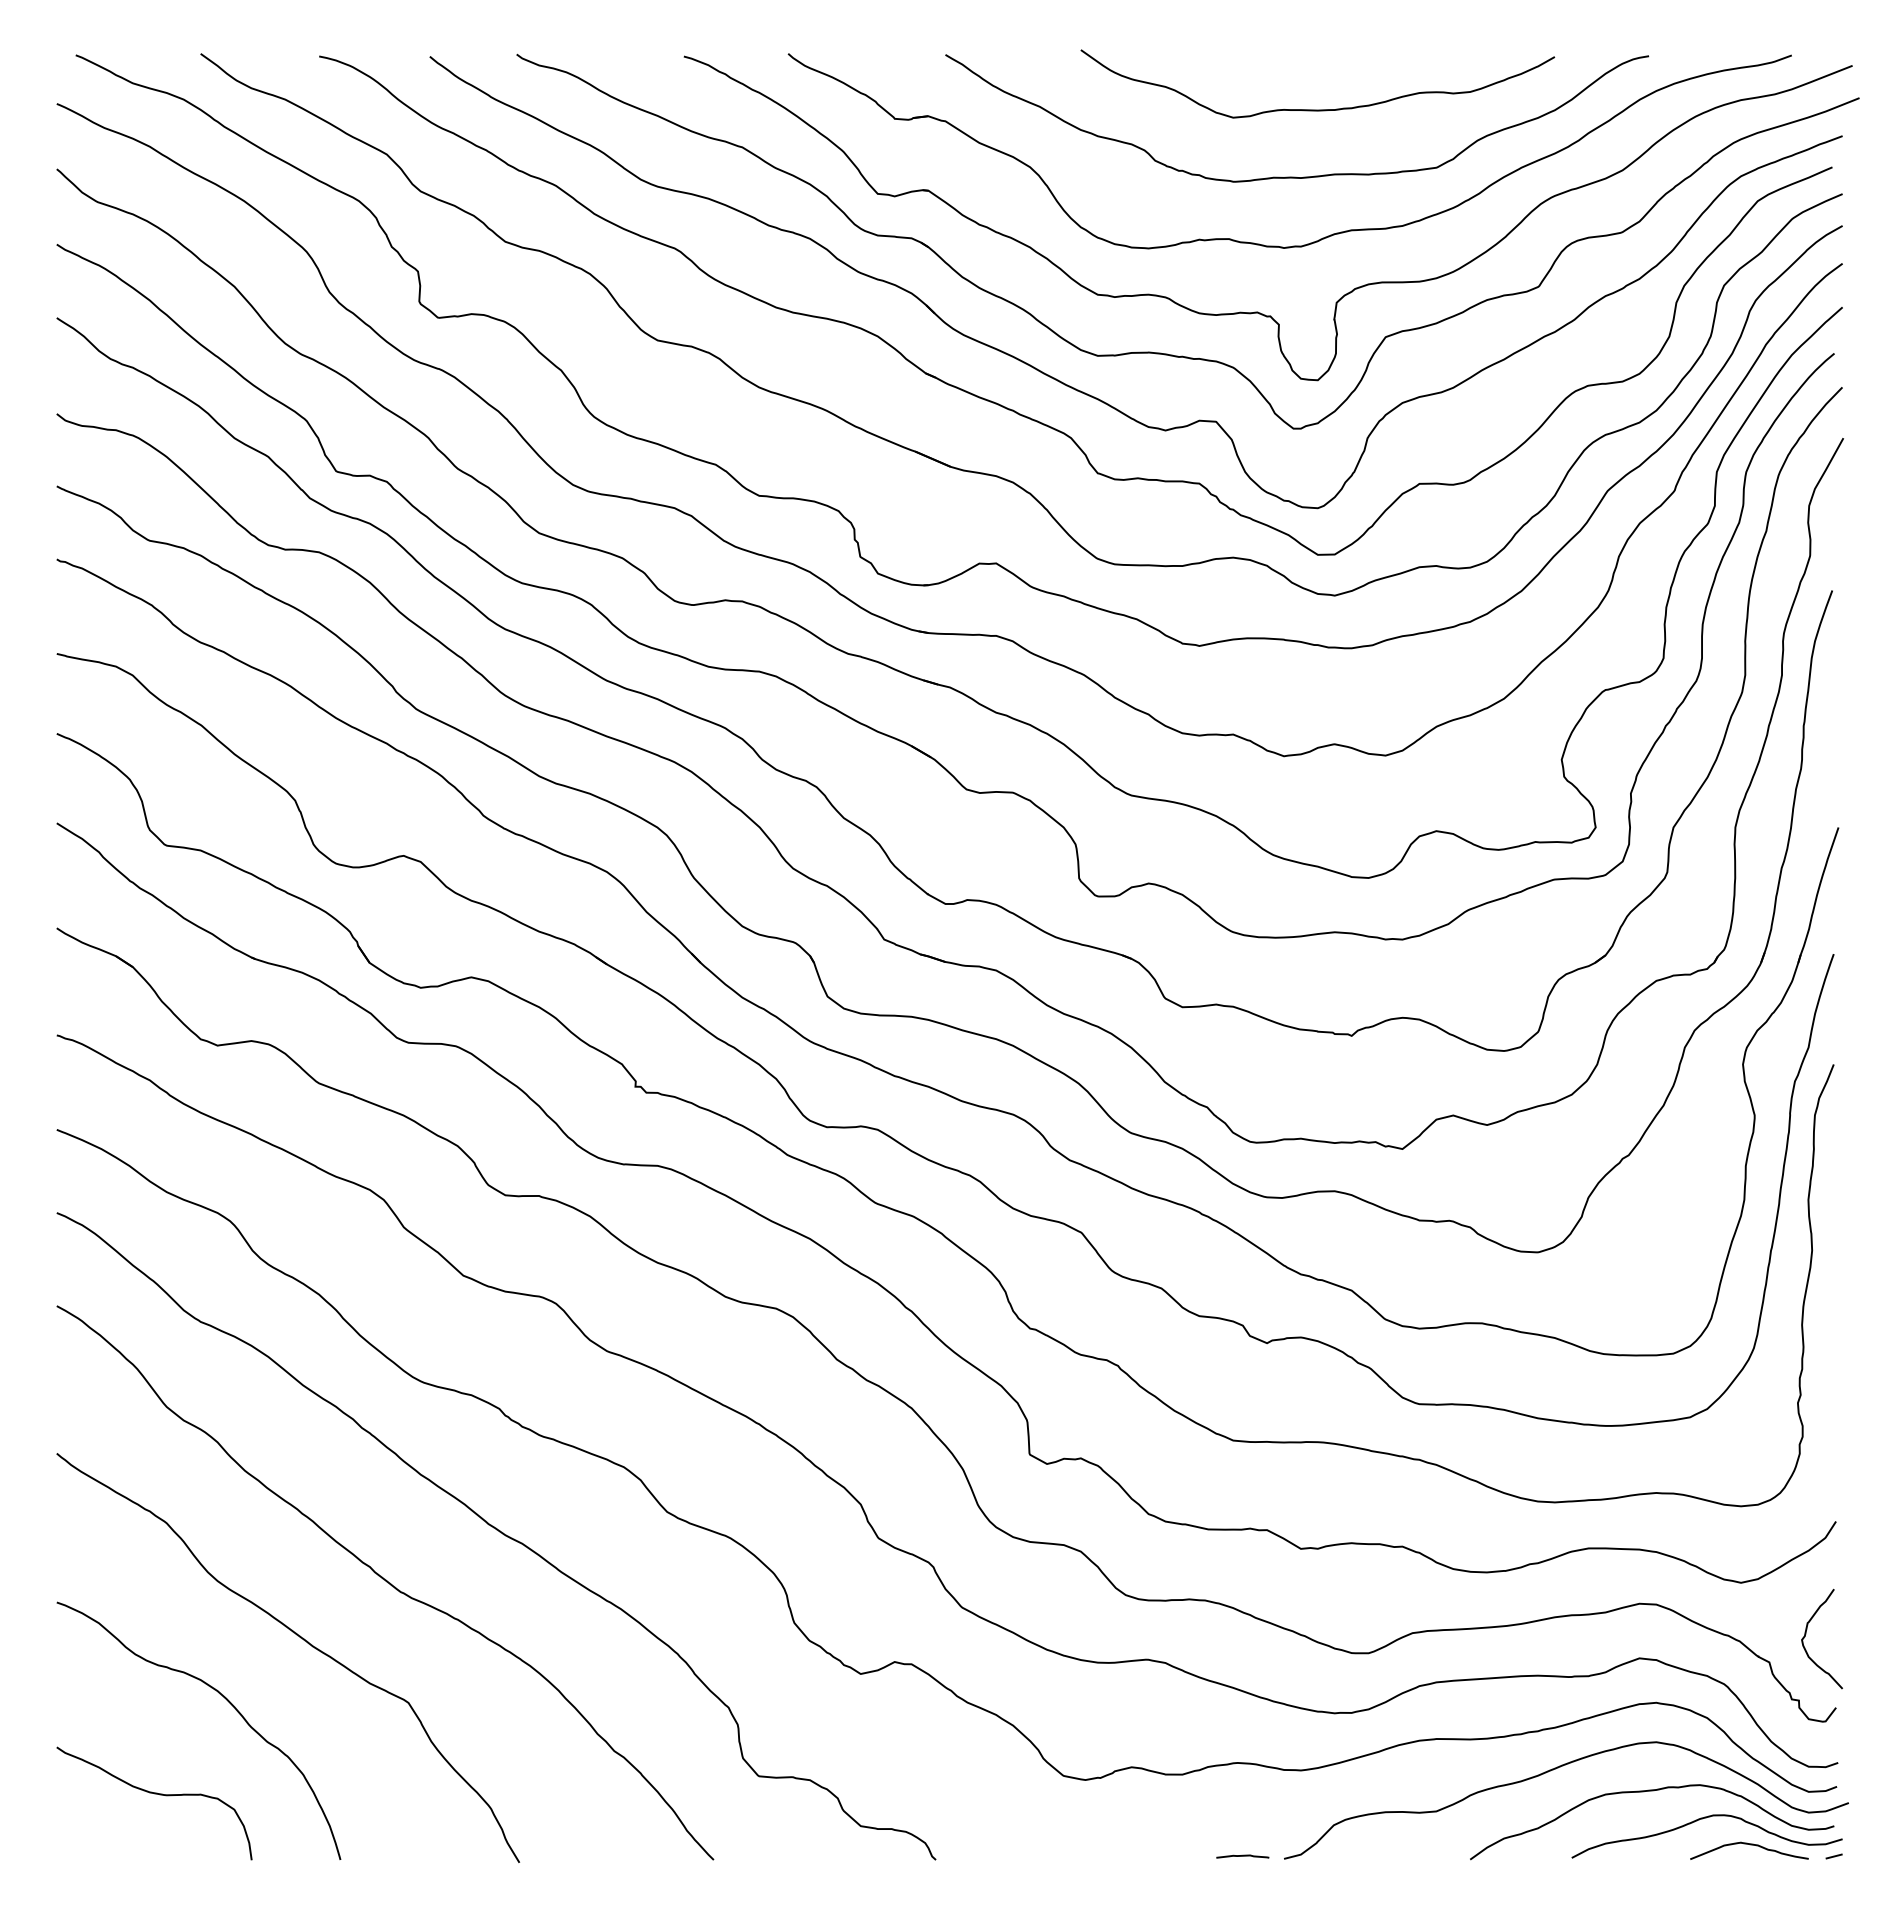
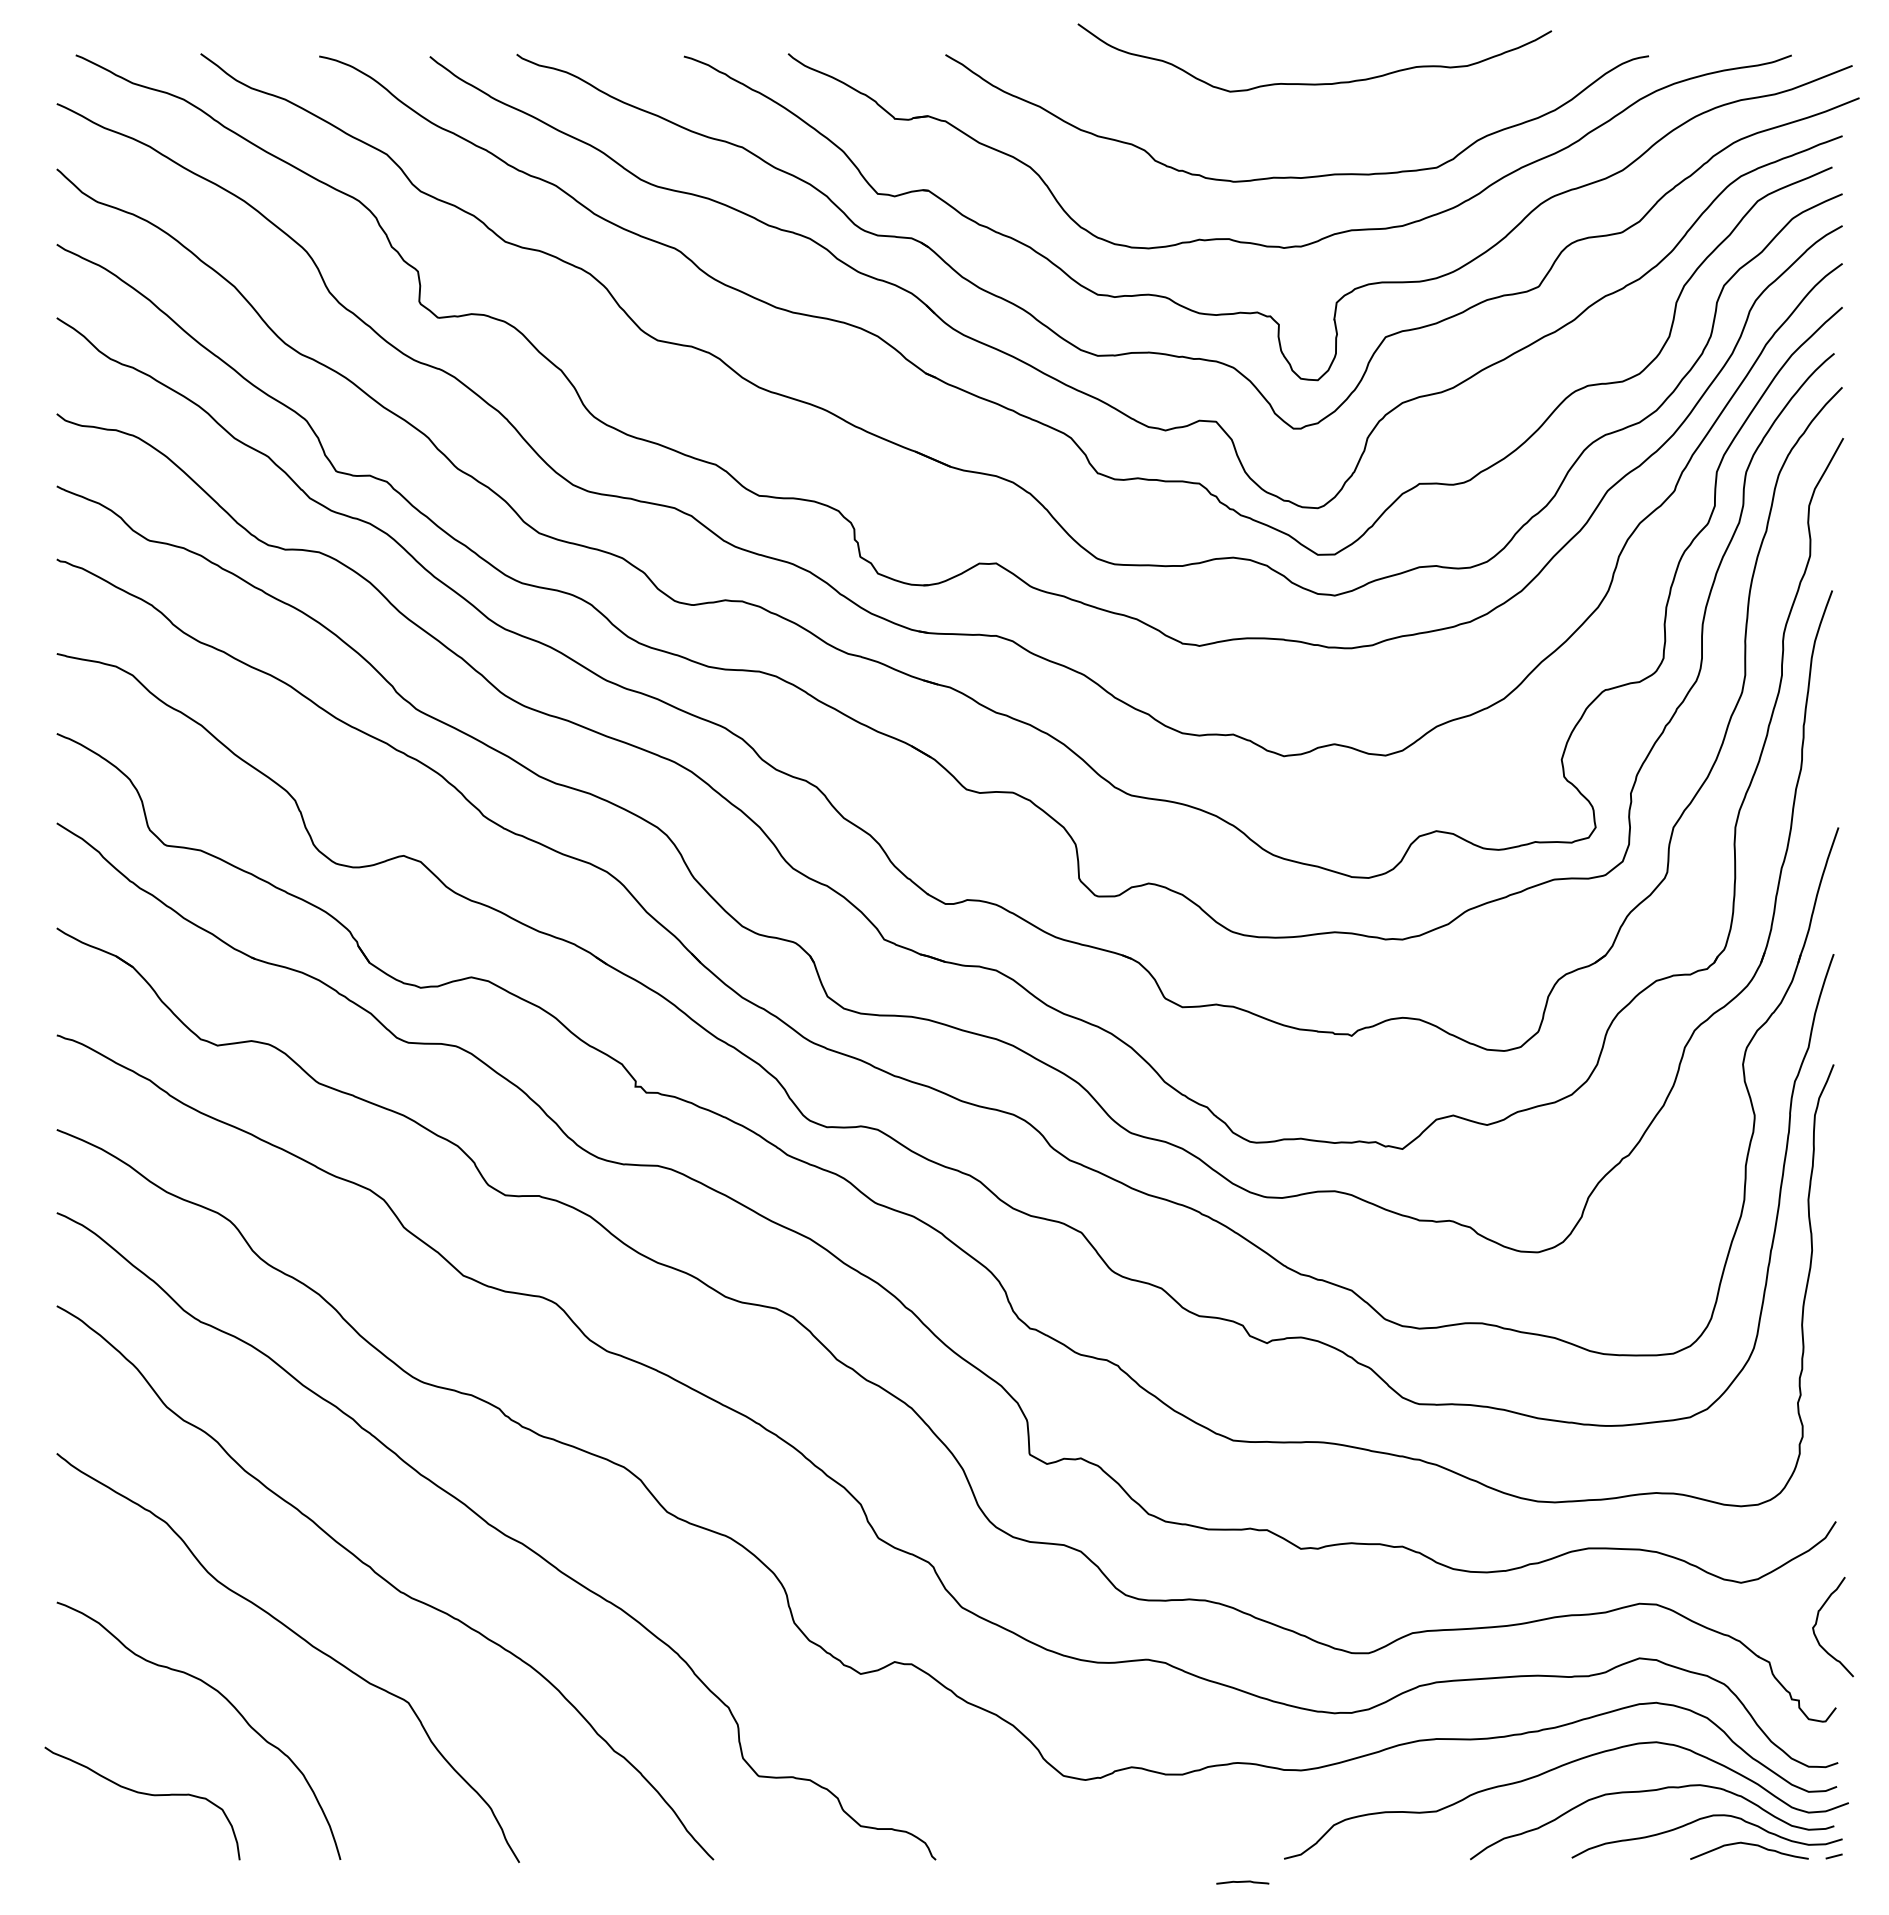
curve at (1317, 109) position: (1317, 109) -> (1314, 83)
curve at (1806, 1634) position: (1806, 1634) -> (1817, 1622)
curve at (154, 1794) position: (154, 1794) -> (142, 1794)
curve at (1242, 1856) position: (1242, 1856) -> (1242, 1882)
